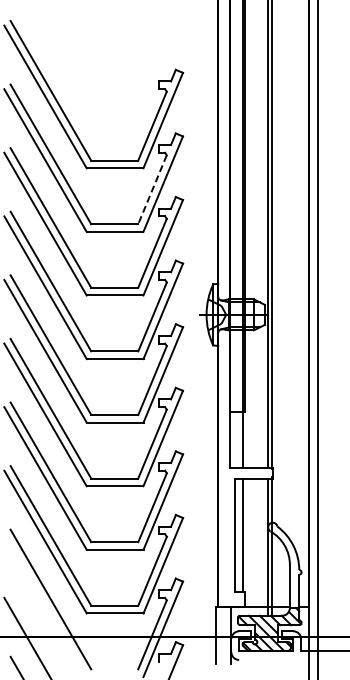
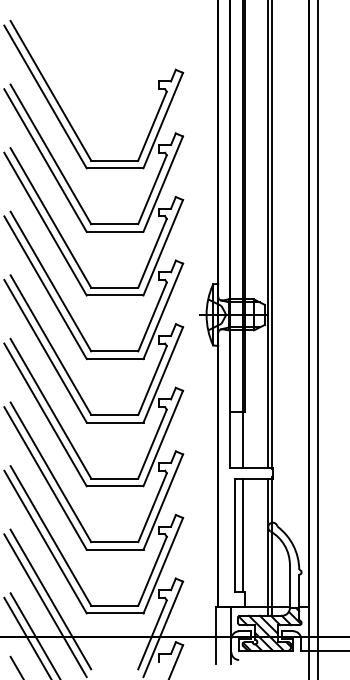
line at (152, 190): dashed -> solid
line at (45, 605): none -> present
line at (34, 634): none -> present
